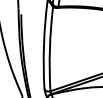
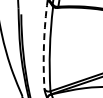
arc at (43, 44): solid -> dashed
